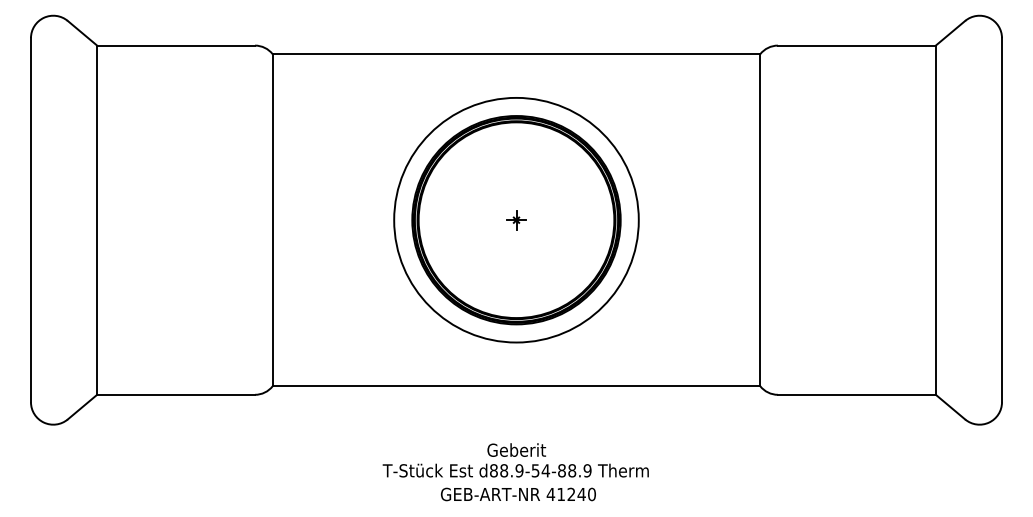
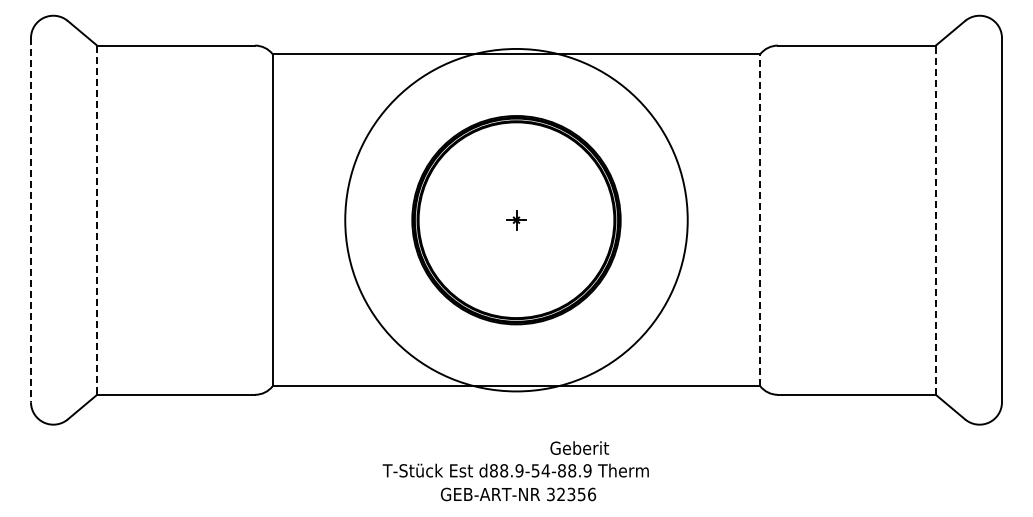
circle at (516, 219) diameter: 245 px -> 342 px
line at (760, 219): solid -> dashed
line at (30, 220): solid -> dashed
line at (97, 220): solid -> dashed
line at (935, 220): solid -> dashed
text at (516, 449) position: (516, 449) -> (579, 447)
text at (571, 494): 41240 -> 32356
